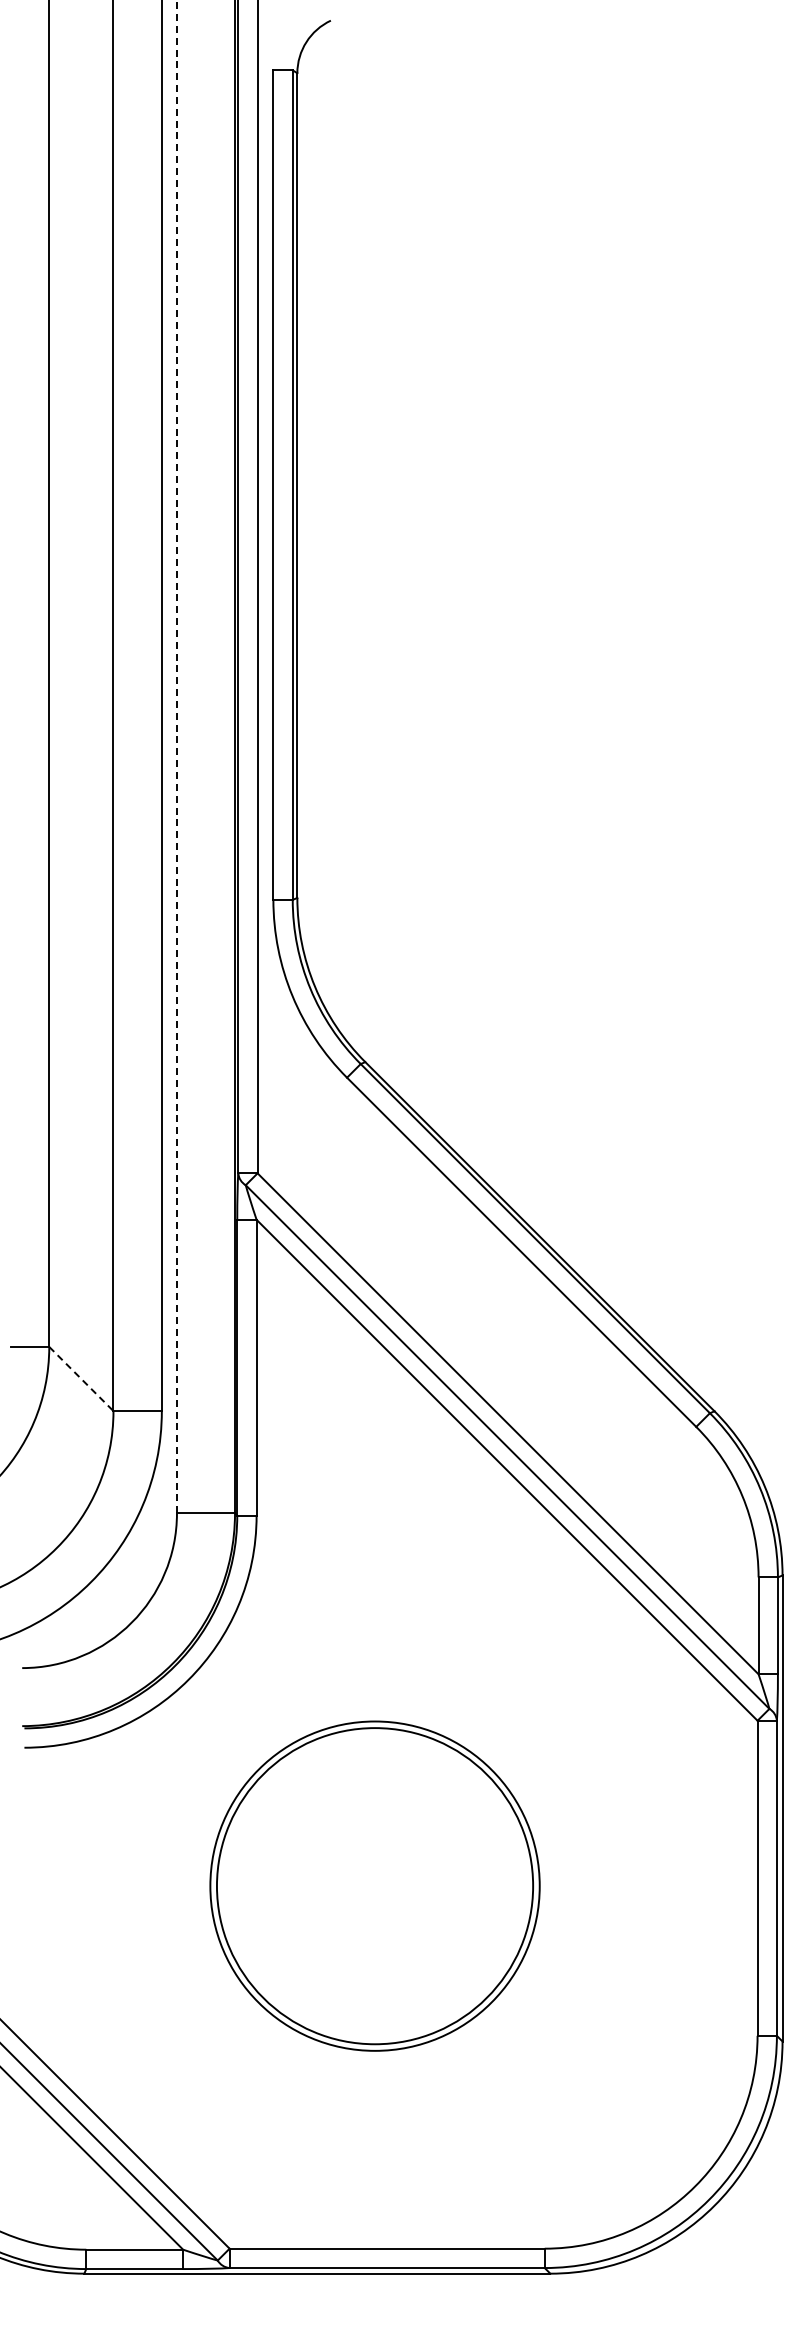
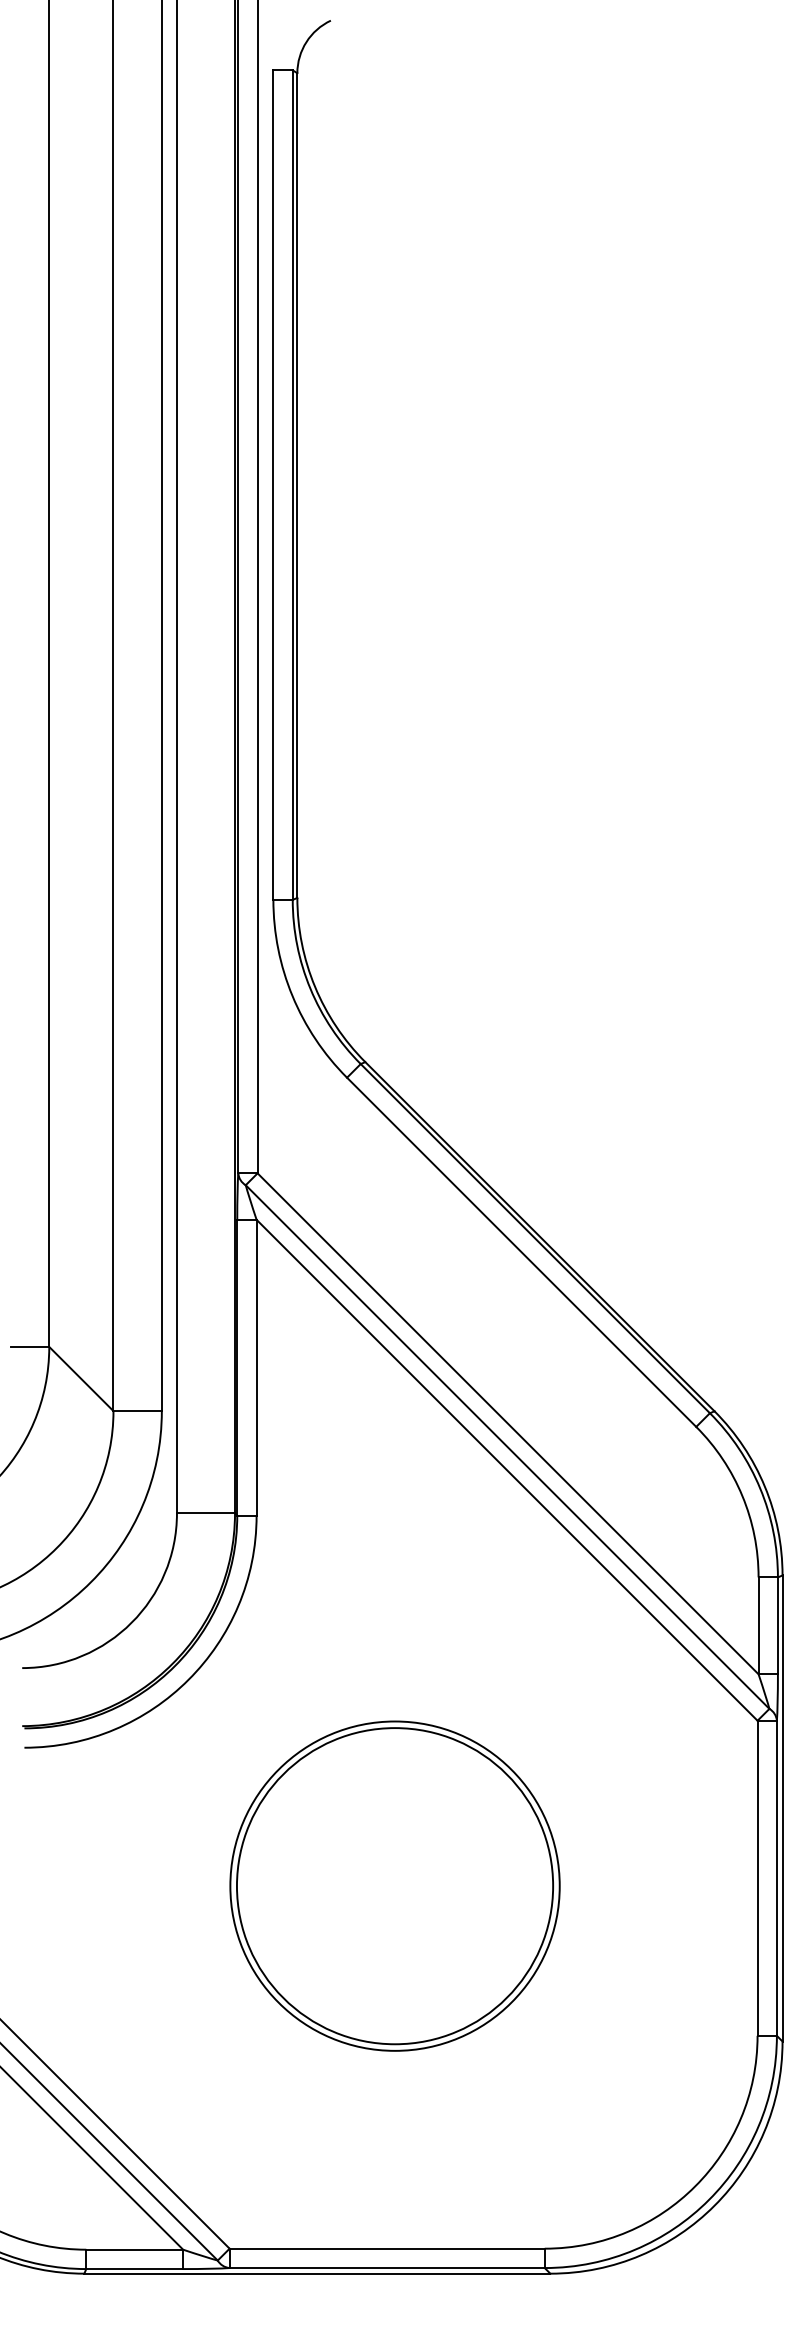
line at (176, 756): dashed -> solid
line at (81, 1379): dashed -> solid
part at (374, 1885) position: (374, 1885) -> (394, 1885)
